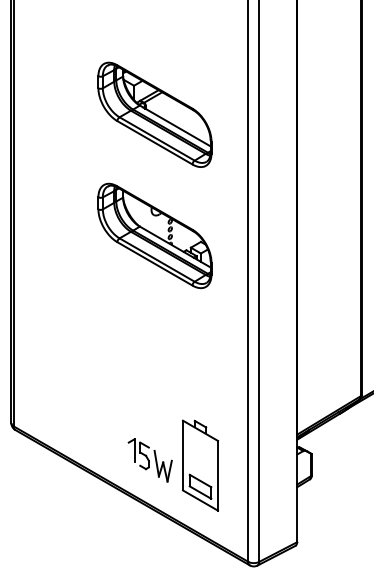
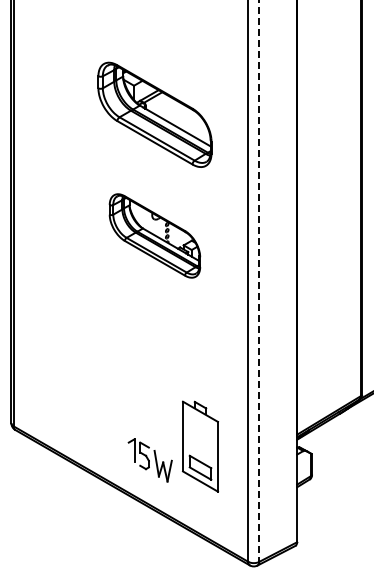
part at (154, 235) size: 116x108 px -> 94x86 px
line at (259, 281): solid -> dashed
part at (200, 465) position: (200, 465) -> (200, 446)
